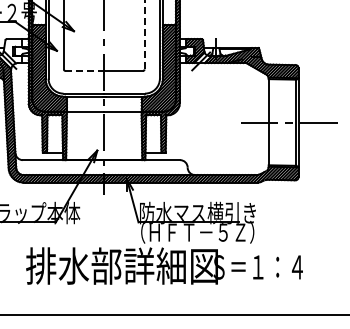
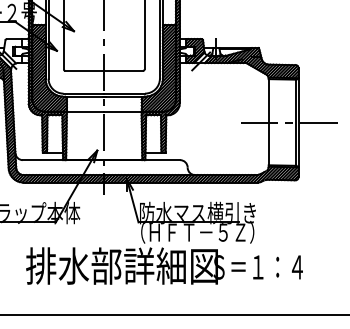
line at (144, 34): dashed -> solid
line at (85, 70): dashed -> solid
